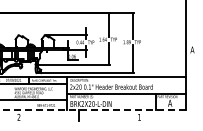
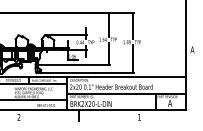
line at (92, 110): dashed -> solid
